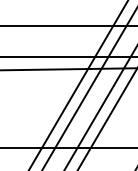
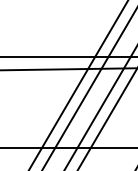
line at (68, 26): present -> none
